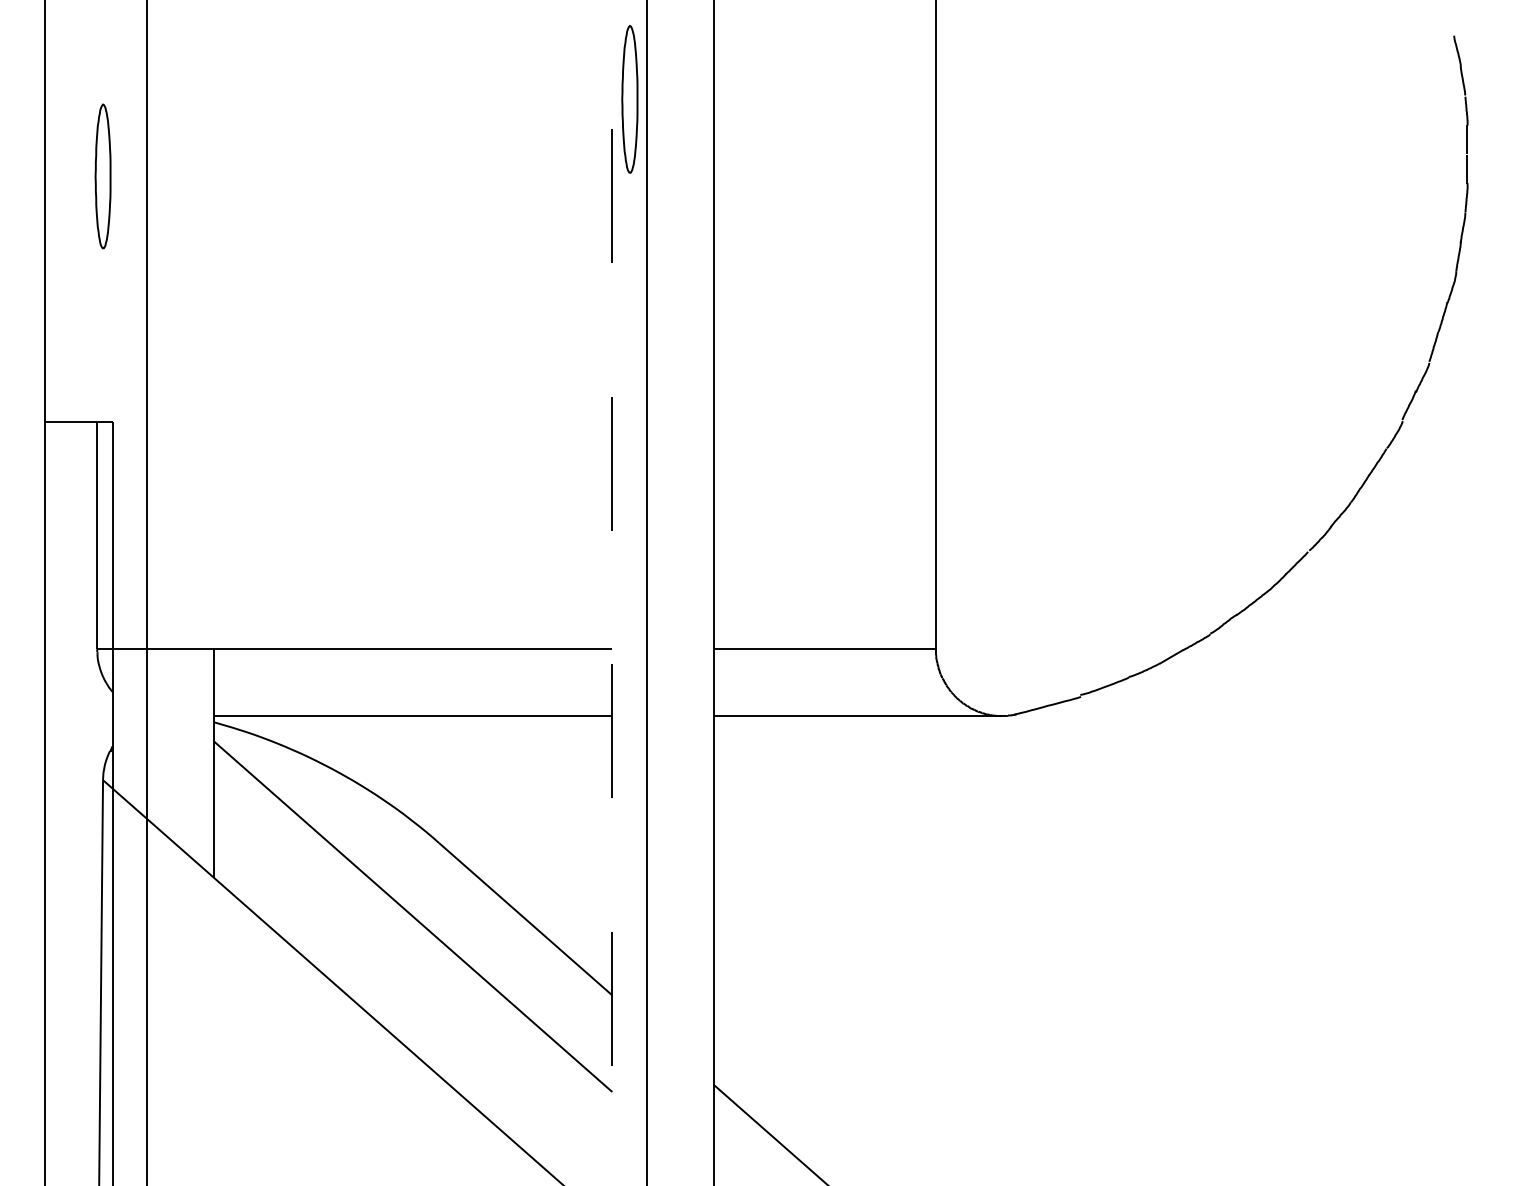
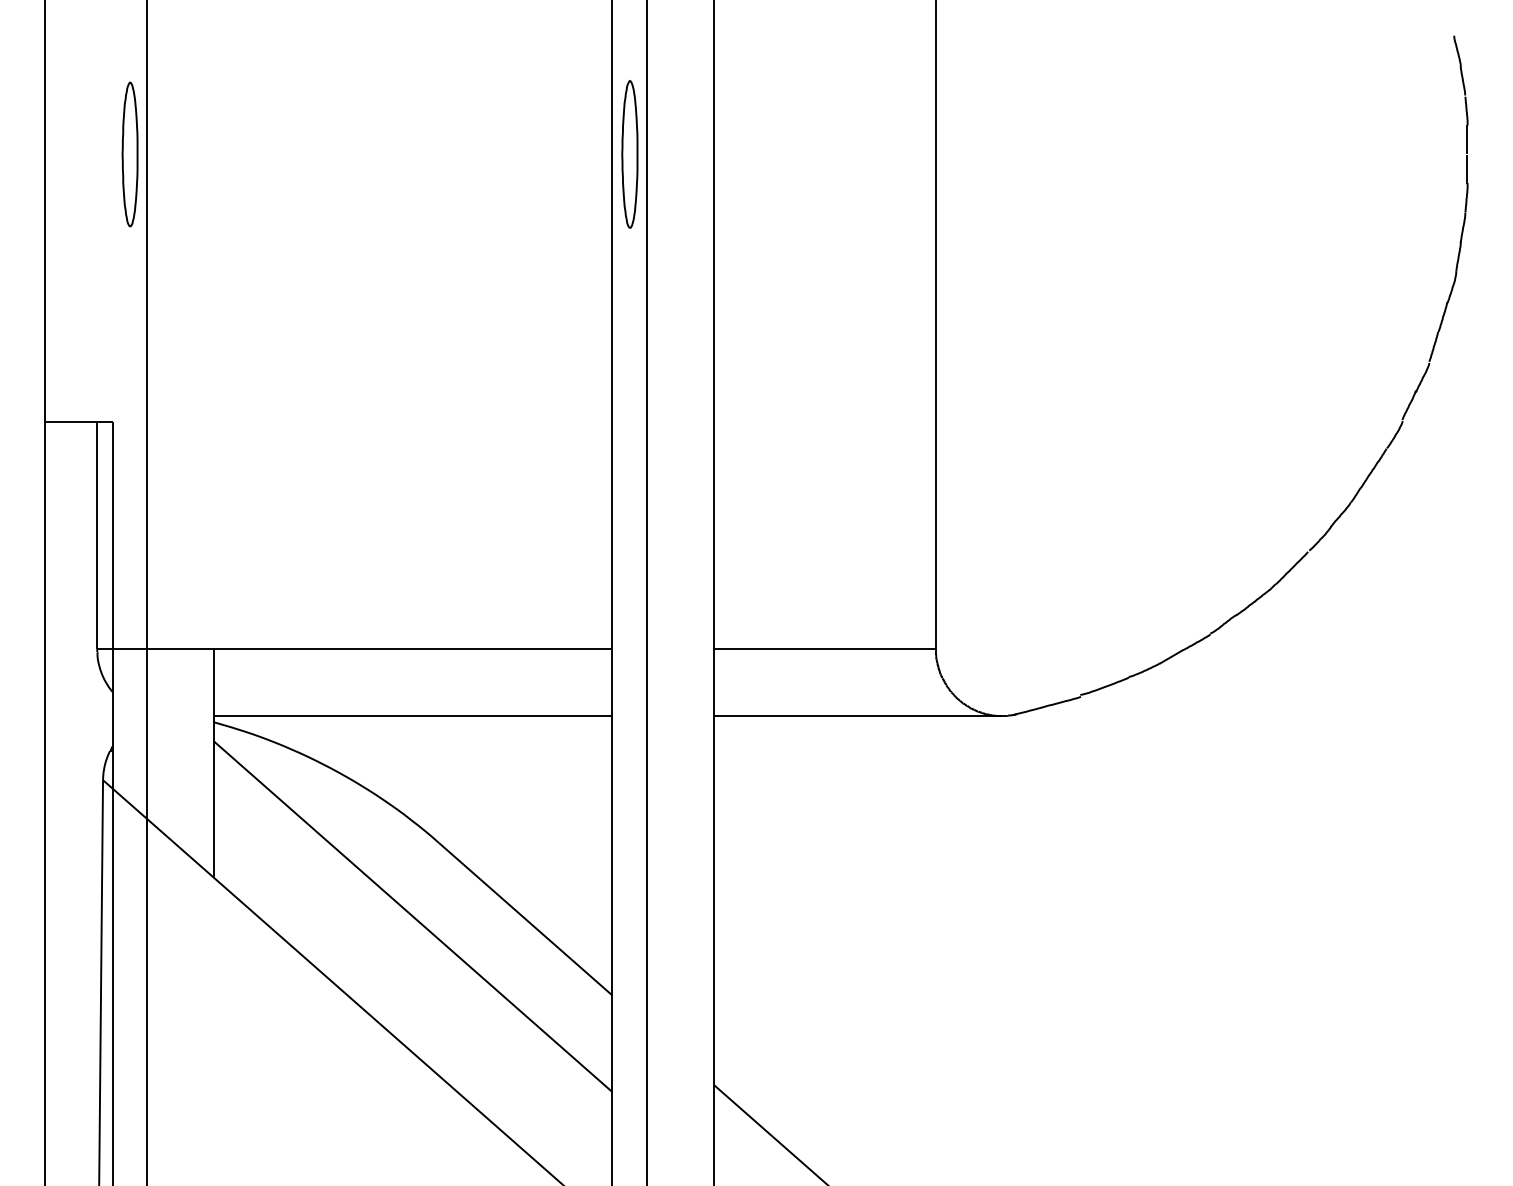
part at (629, 99) position: (629, 99) -> (629, 154)
part at (102, 176) position: (102, 176) -> (129, 154)
line at (612, 592): dashed -> solid
